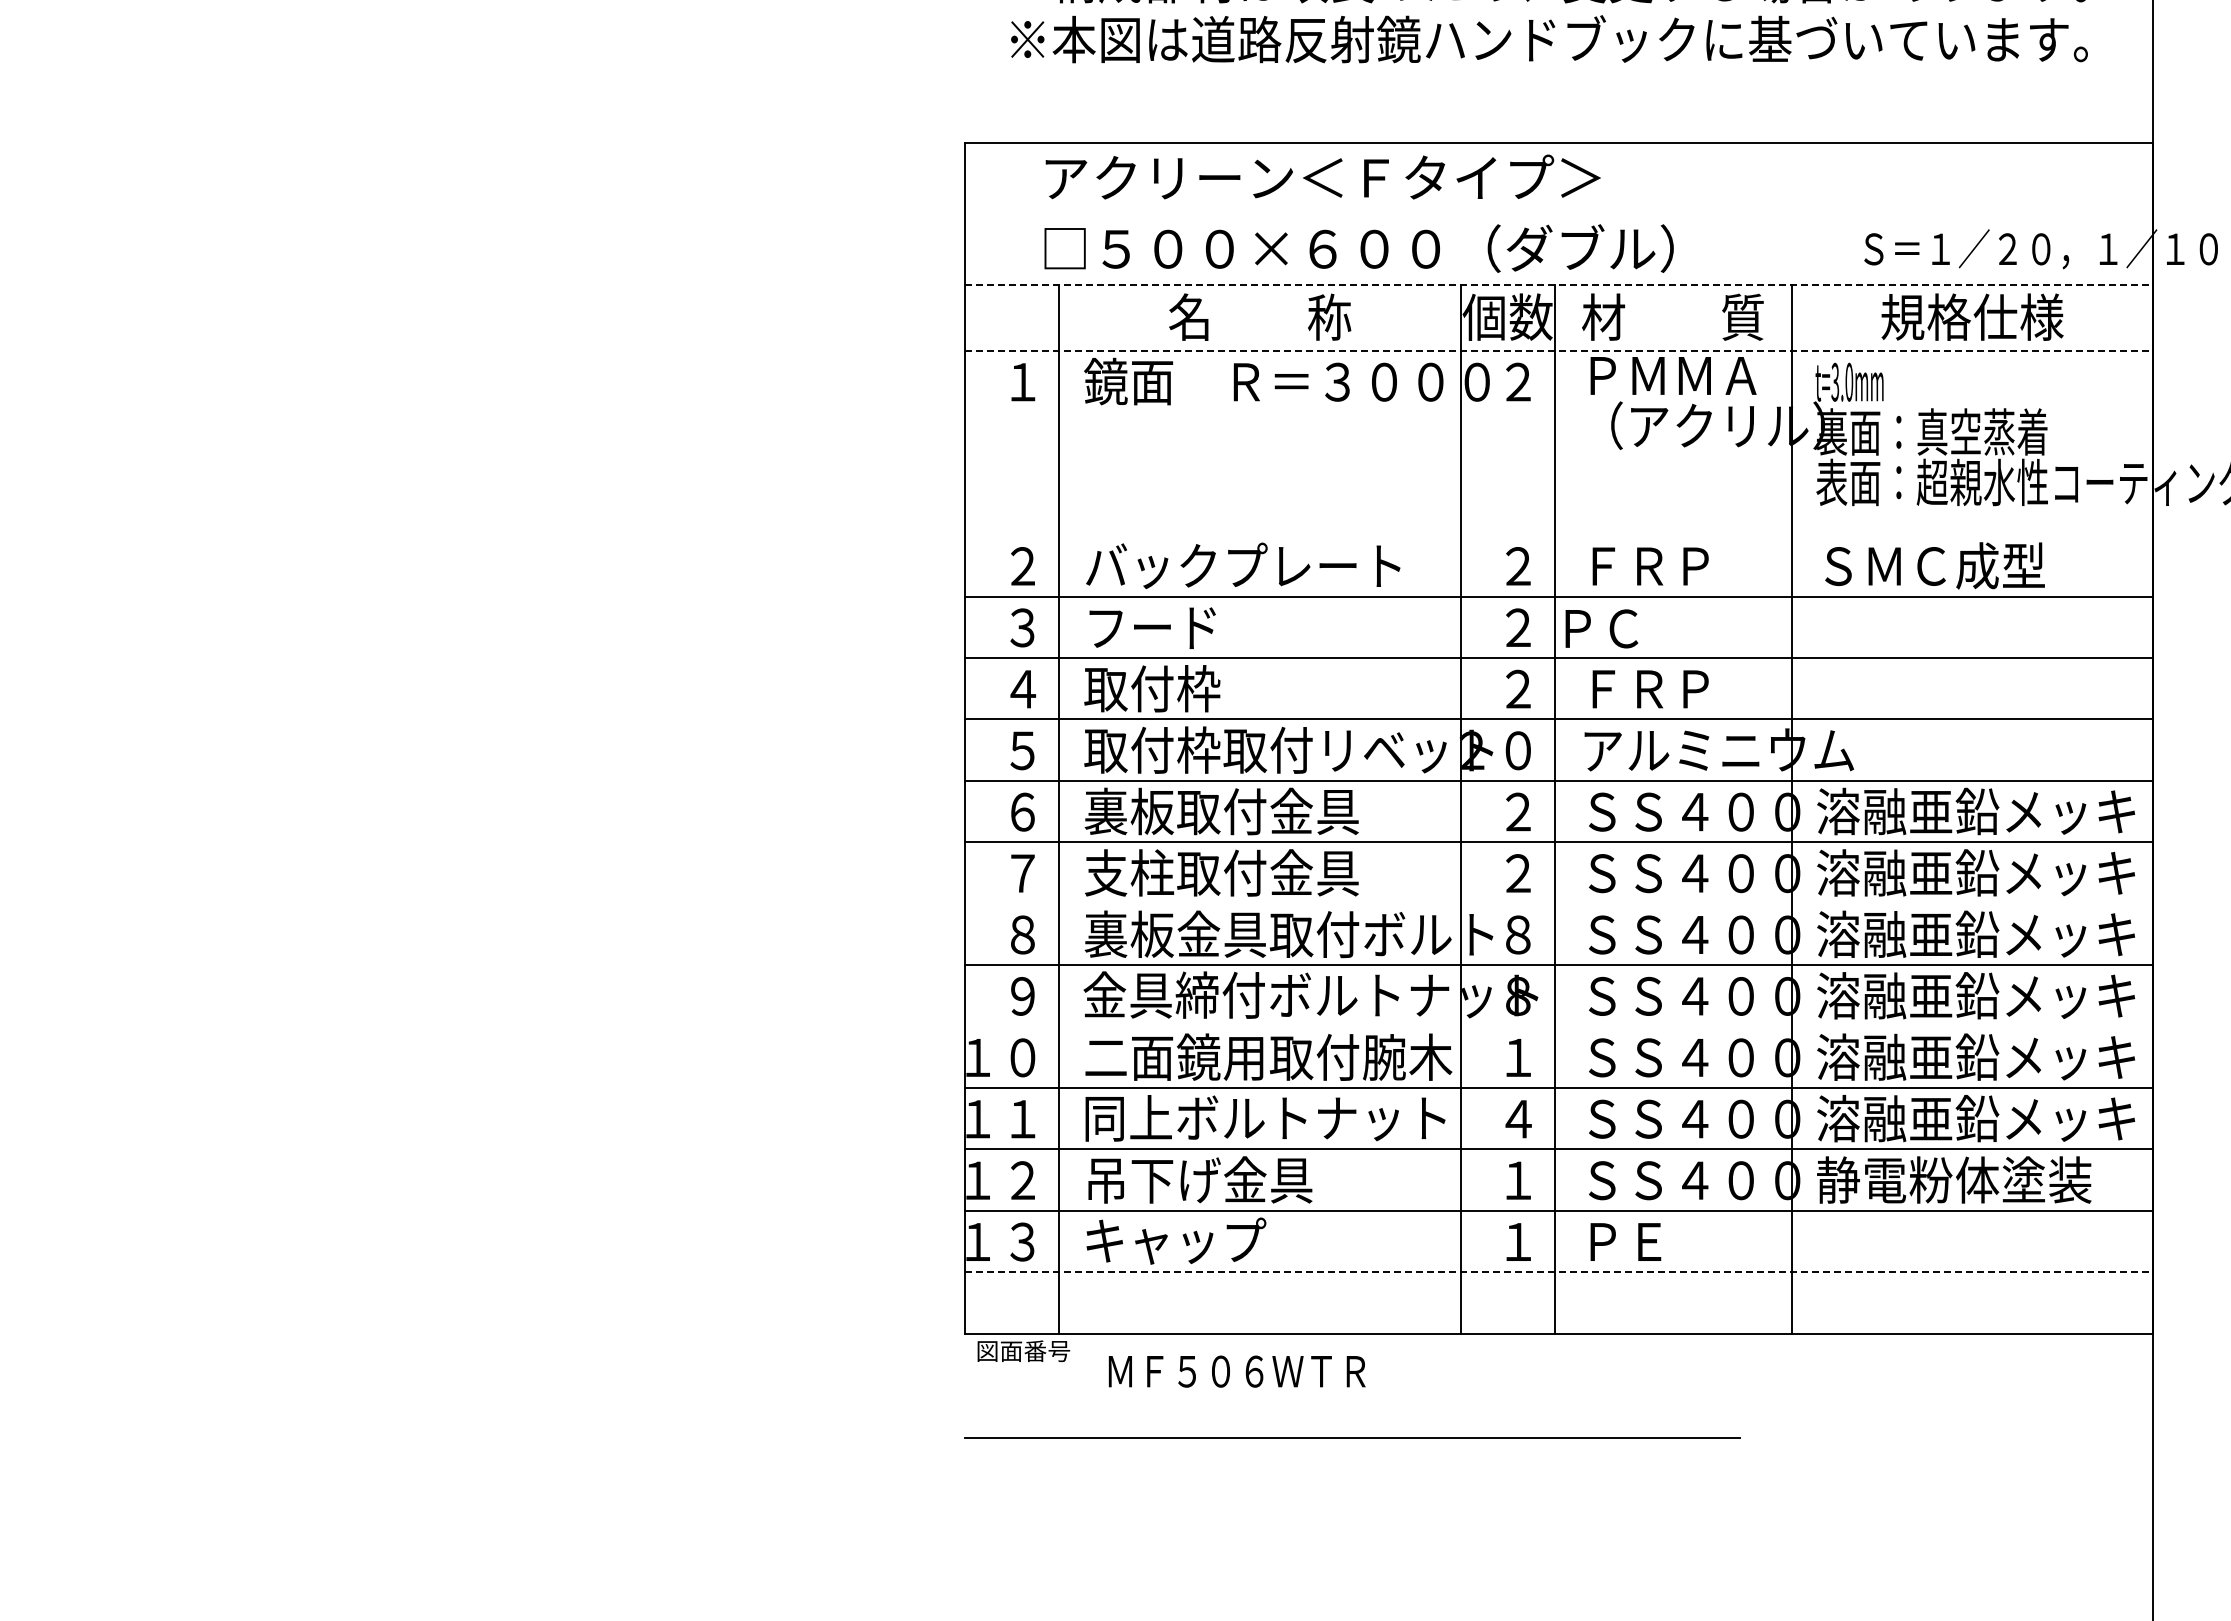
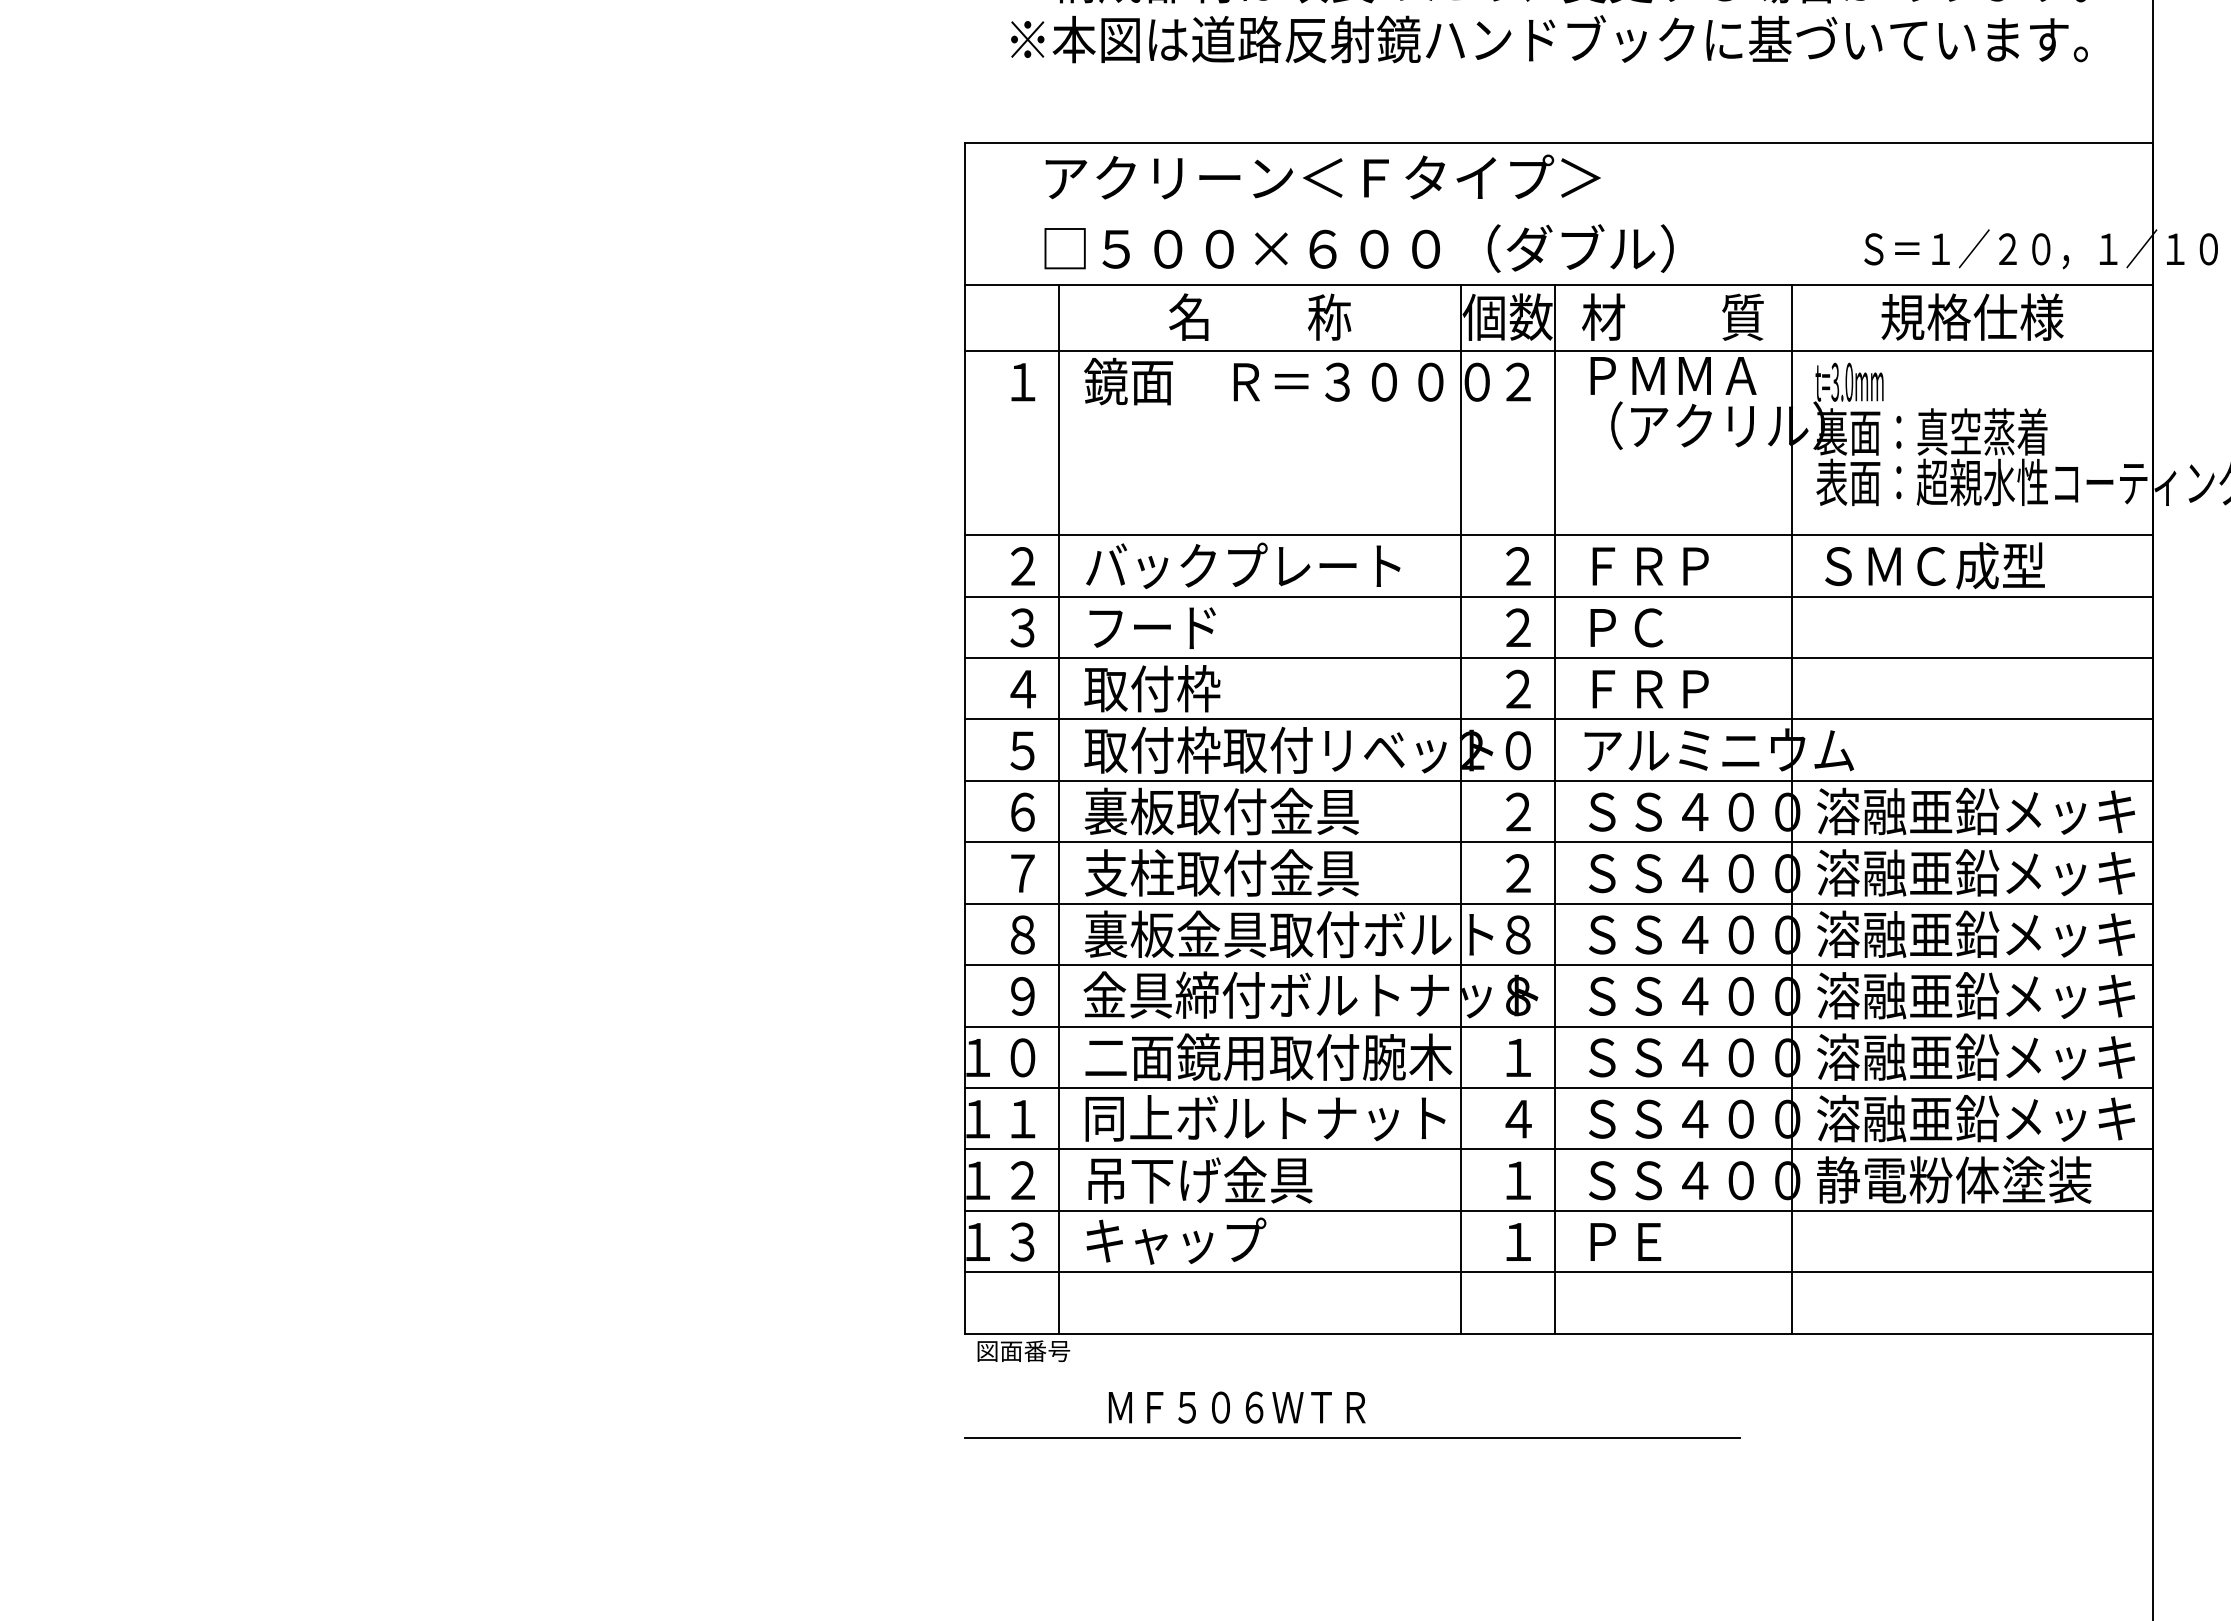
line at (1559, 284): dashed -> solid
line at (1559, 350): dashed -> solid
line at (1558, 535): none -> present
text at (1601, 628) position: (1601, 628) -> (1626, 627)
line at (1558, 903): none -> present
line at (1558, 1026): none -> present
line at (1559, 1272): dashed -> solid
text at (1236, 1371) position: (1236, 1371) -> (1236, 1407)
